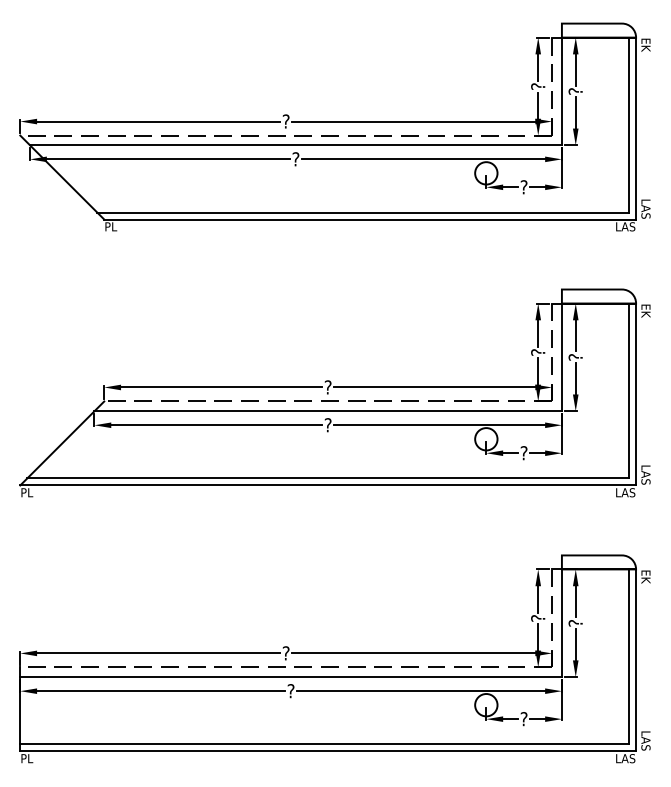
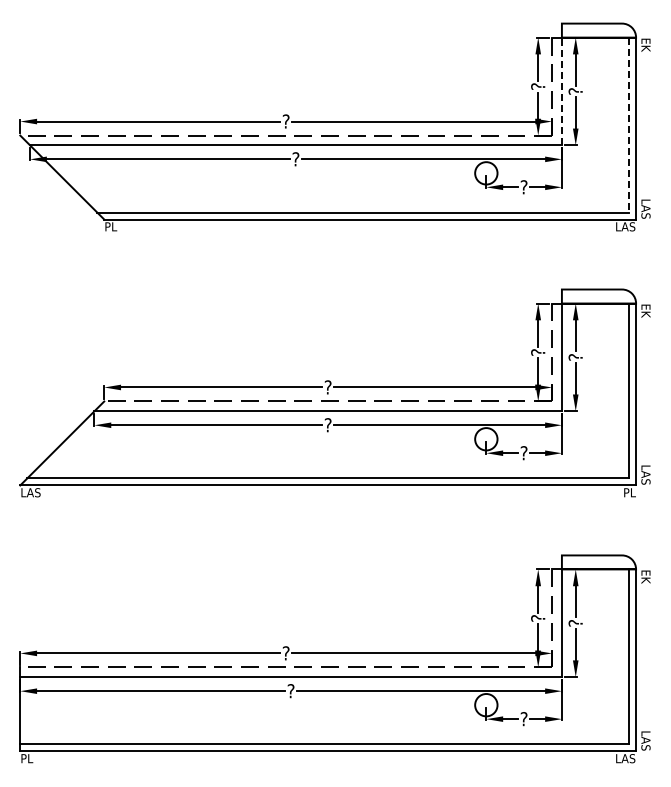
line at (561, 91): solid -> dashed
line at (629, 125): solid -> dashed
text at (31, 492): PL -> LAS
text at (625, 492): LAS -> PL
